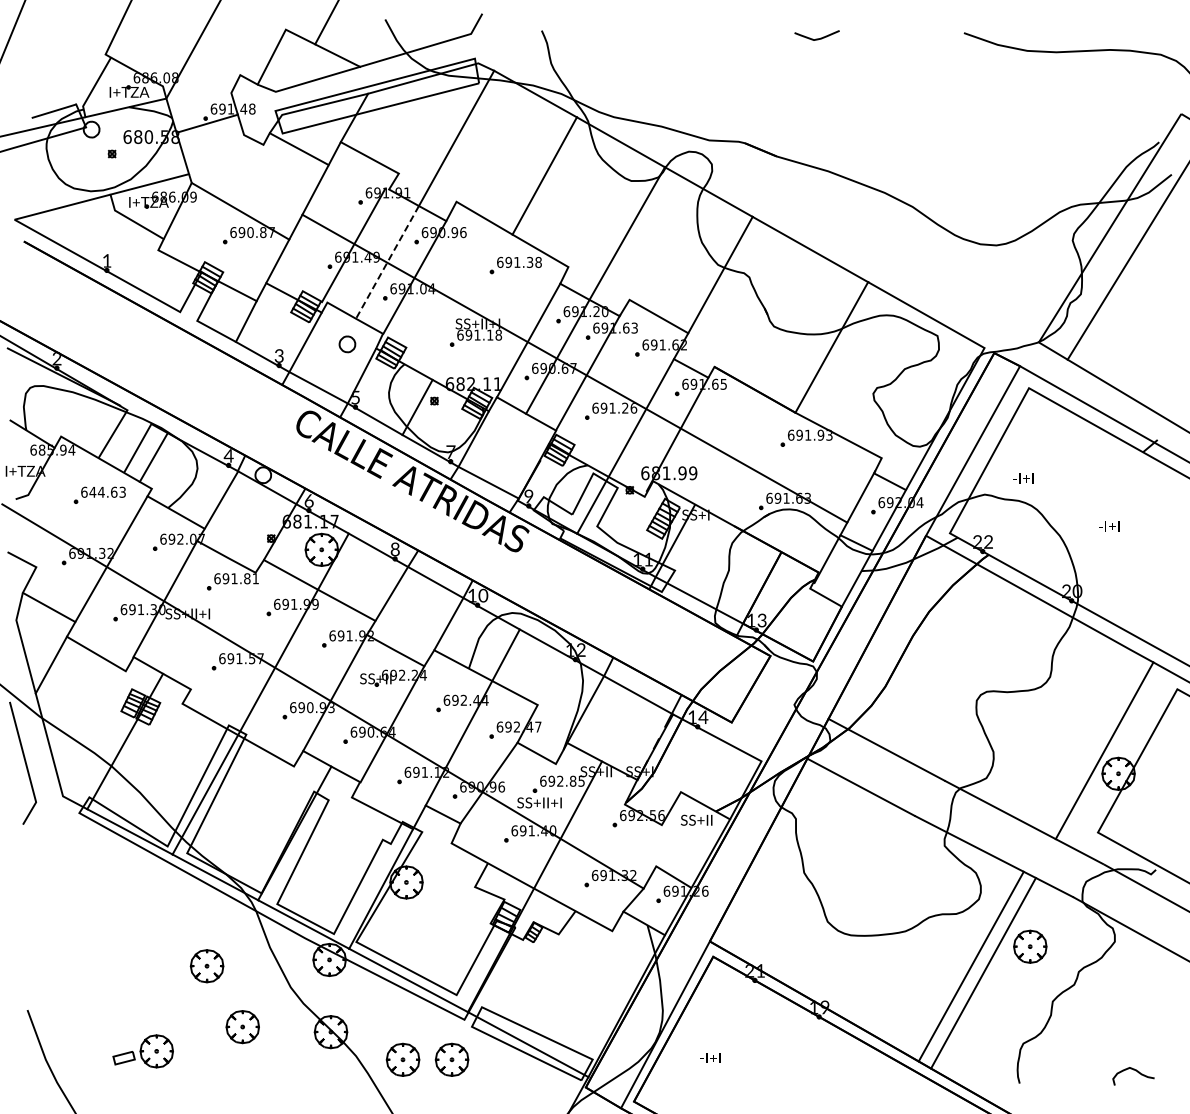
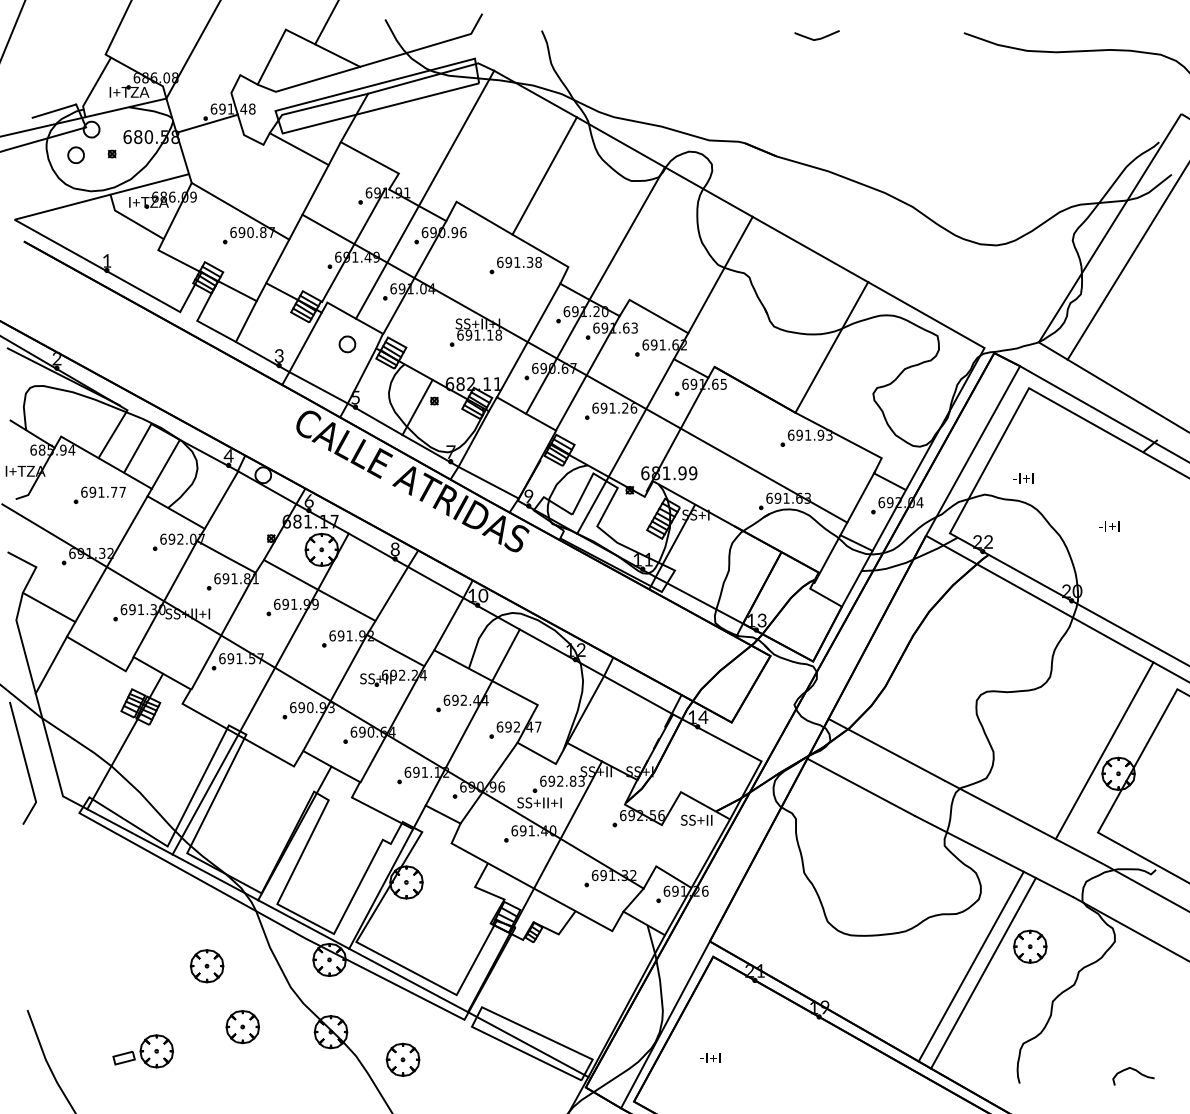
part at (75, 154): none -> present
line at (387, 262): dashed -> solid
line at (153, 456) position: (153, 456) -> (165, 463)
text at (107, 491): 644.63 -> 691.77
line at (223, 630): none -> present
text at (581, 780): 692.85 -> 692.83
part at (451, 1059): present -> none
